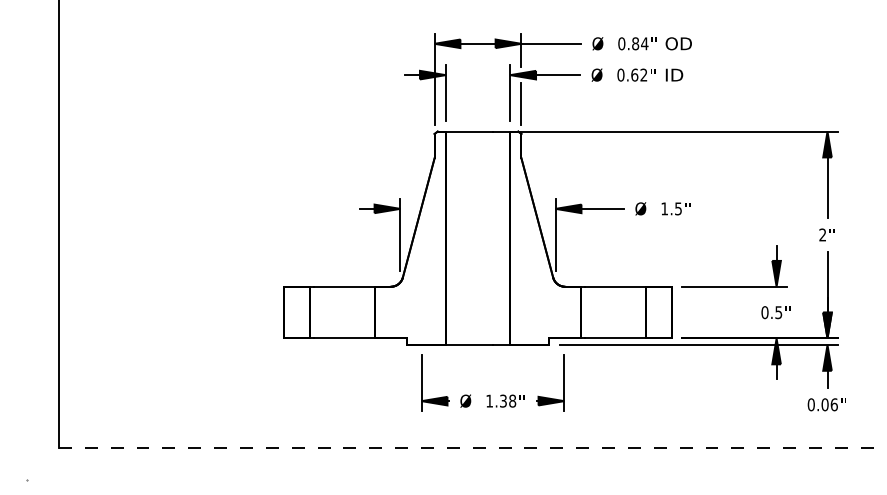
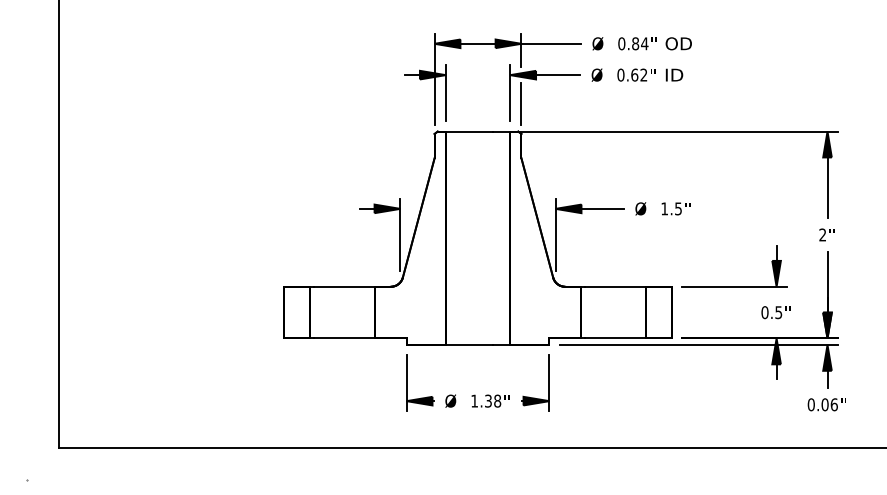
part at (490, 394) position: (490, 394) -> (475, 394)
line at (472, 447): dashed -> solid
